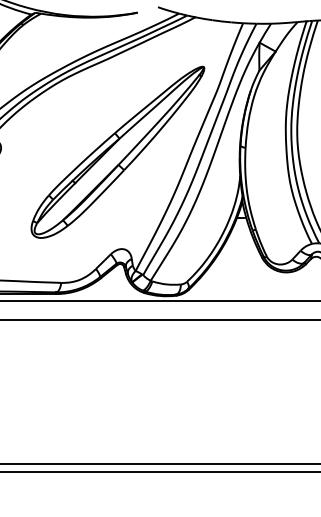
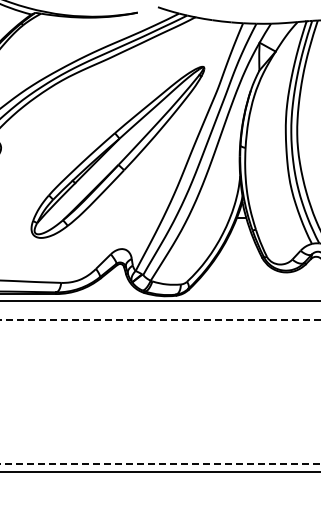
line at (160, 319): solid -> dashed
line at (161, 463): solid -> dashed
